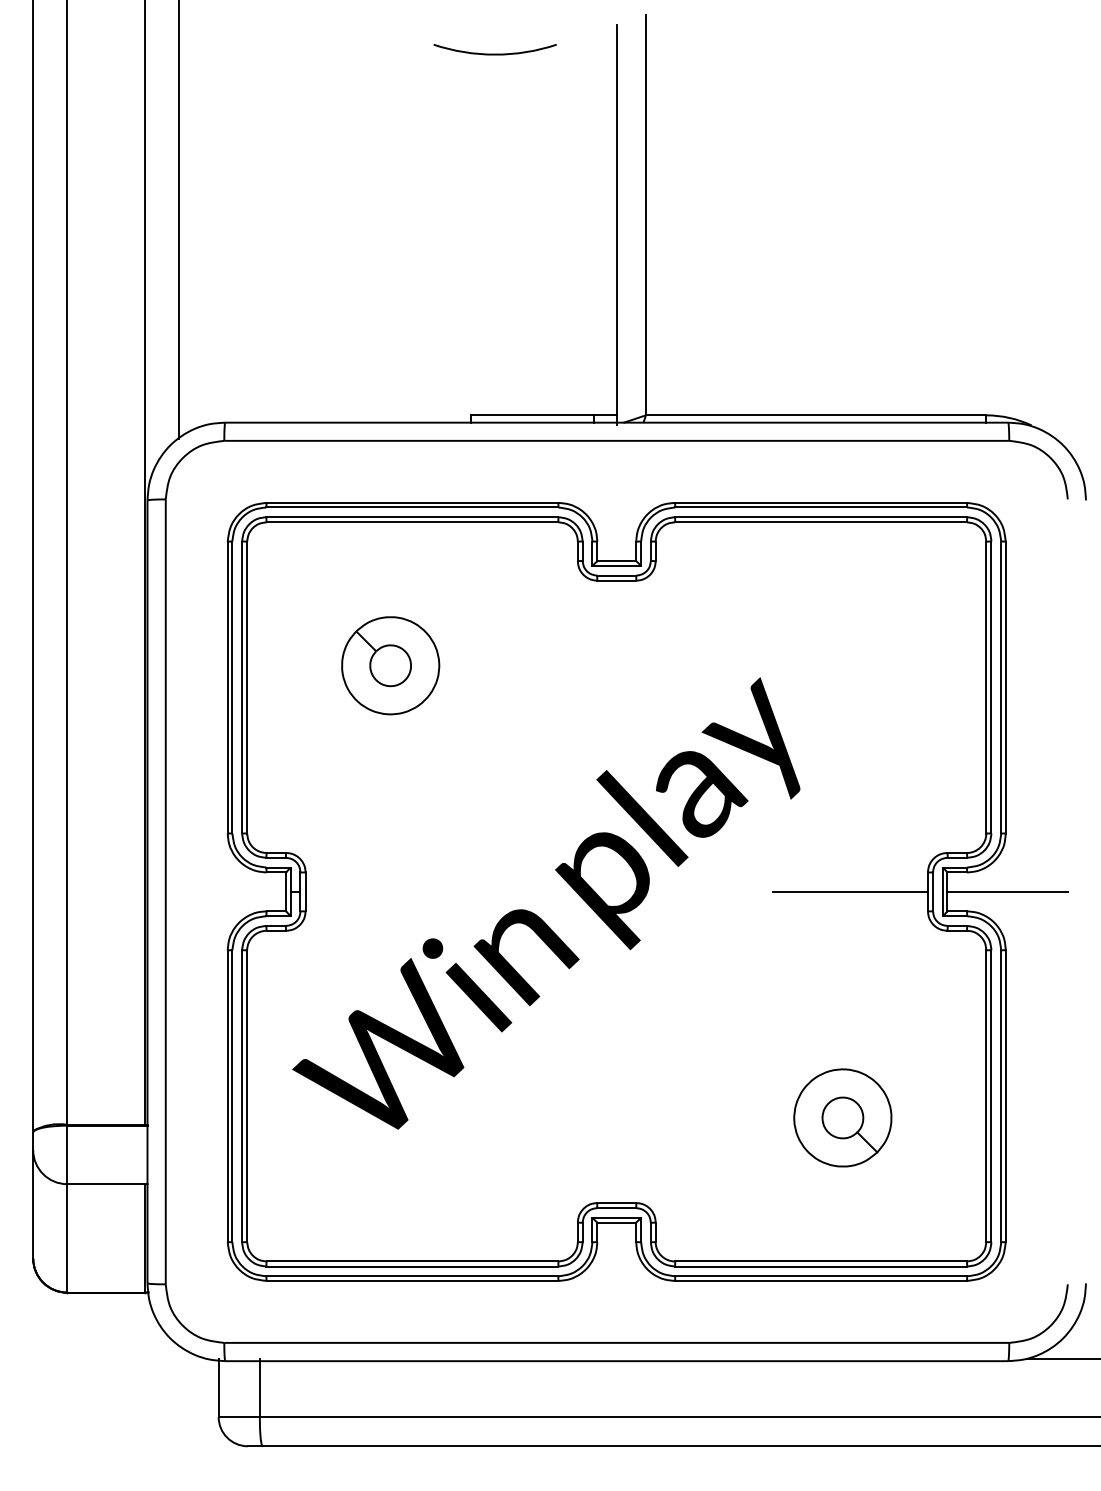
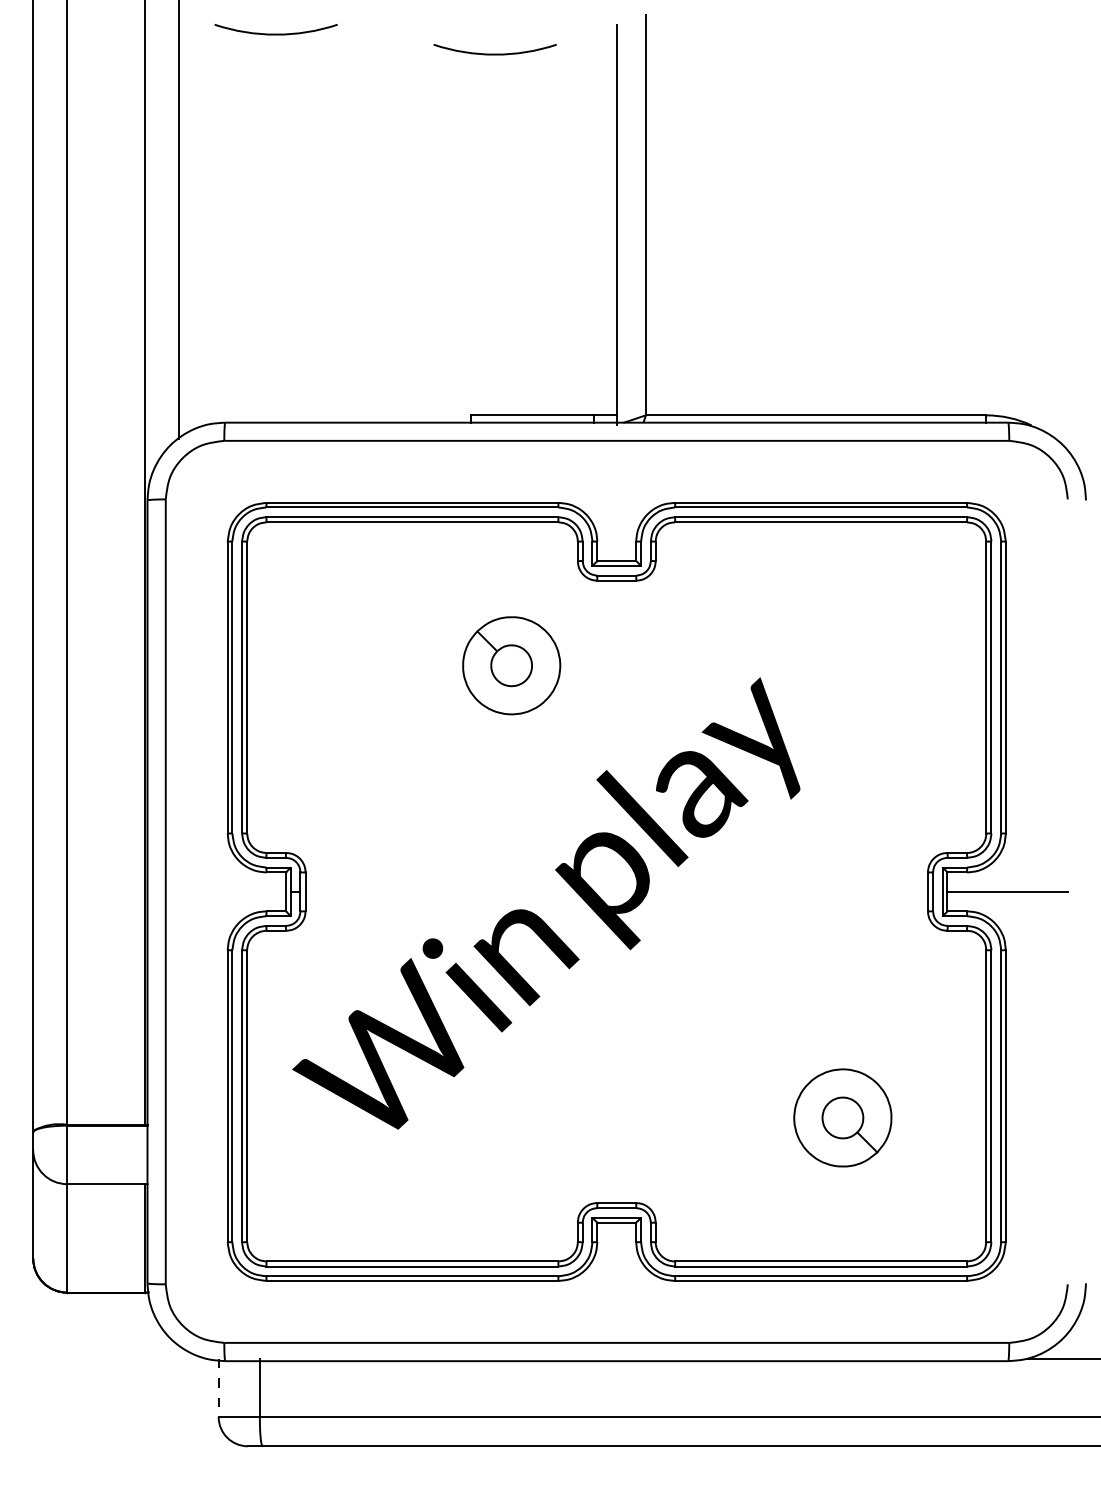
arc at (275, 33): none -> present
part at (390, 665) position: (390, 665) -> (511, 665)
line at (849, 891): present -> none
line at (218, 1388): solid -> dashed
